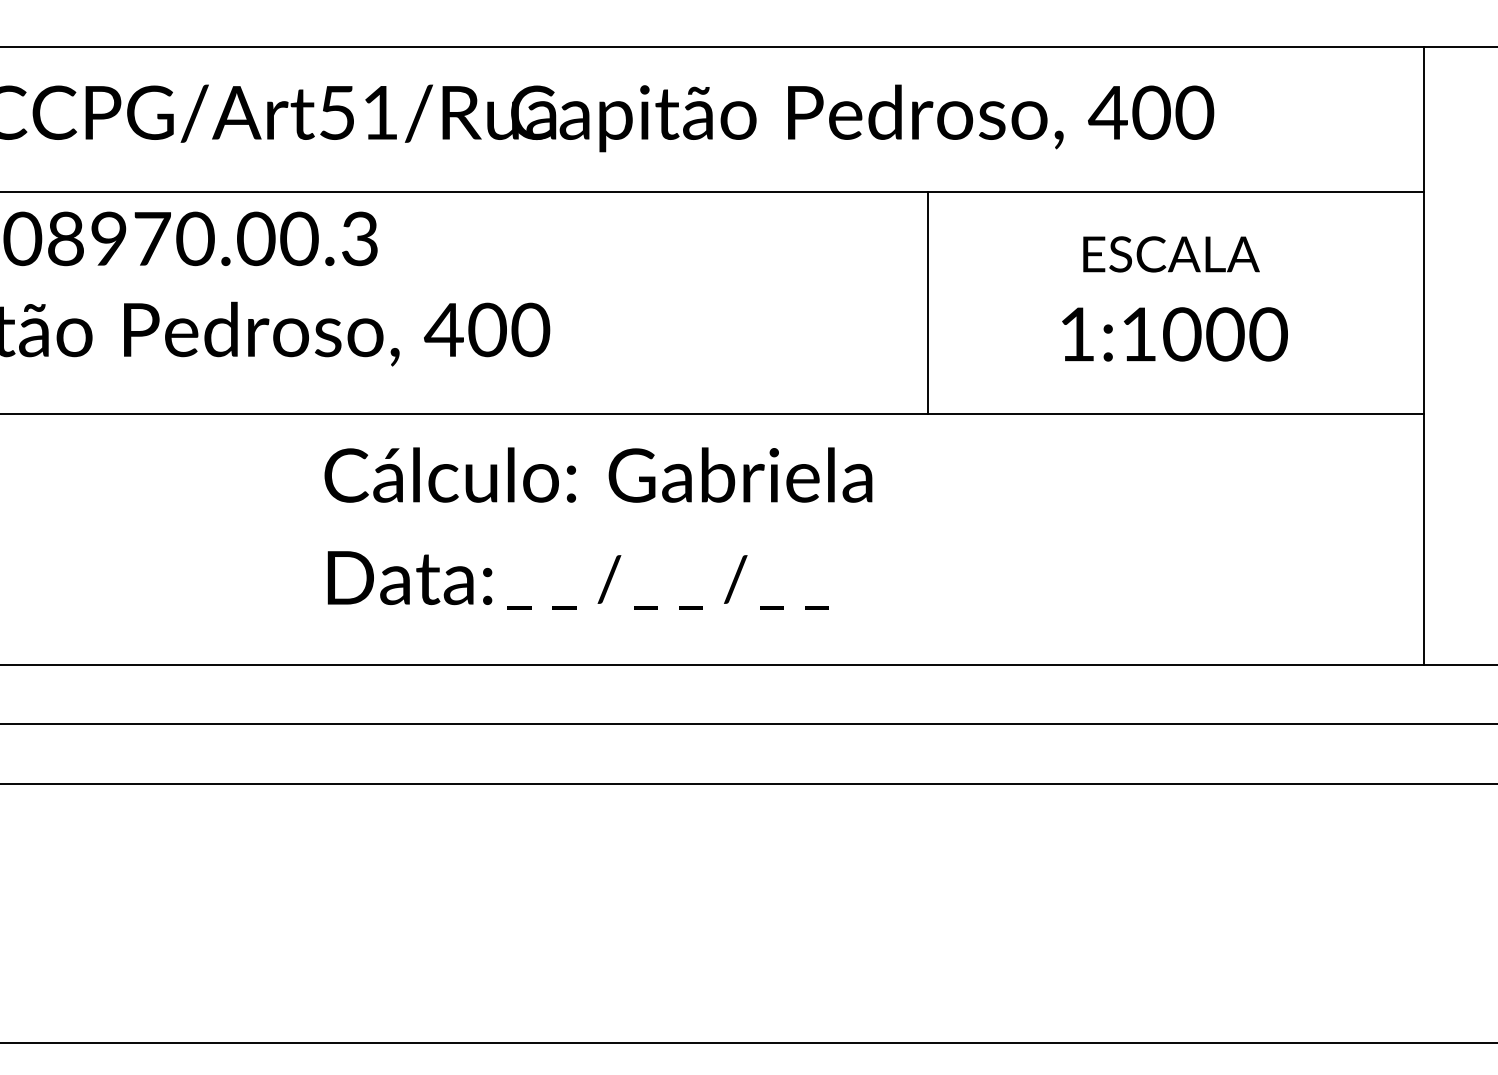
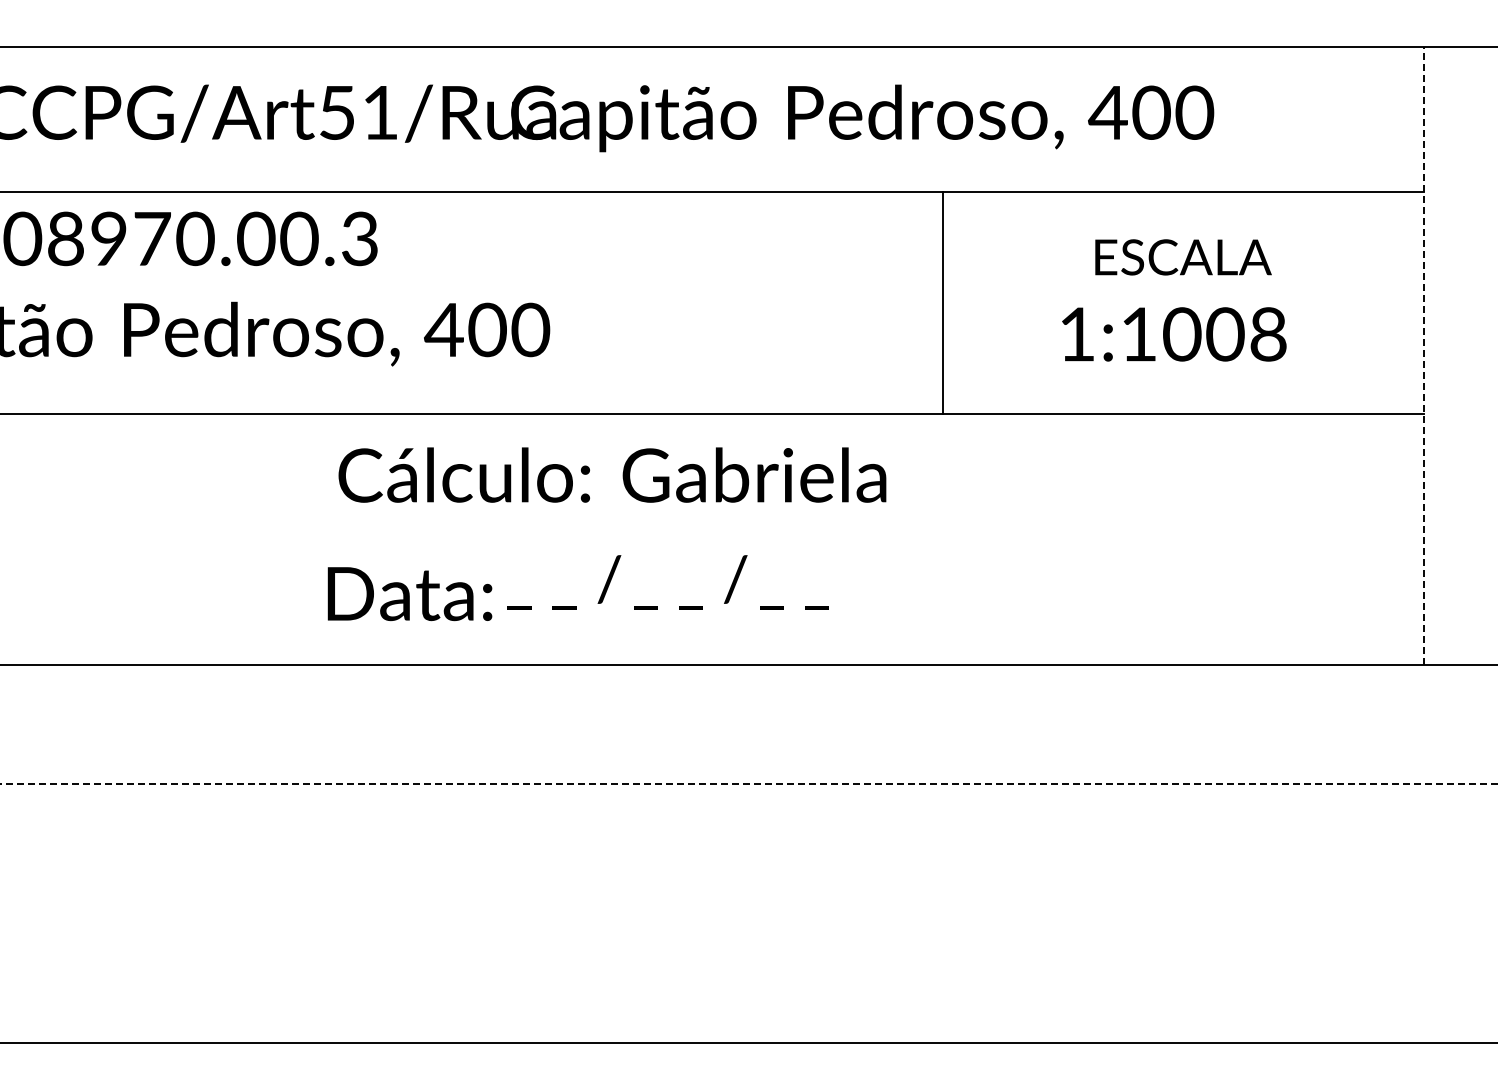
text at (1171, 254) position: (1171, 254) -> (1183, 257)
line at (927, 302) position: (927, 302) -> (942, 302)
text at (1268, 334): 1:1000 -> 1:1008
line at (1424, 355): solid -> dashed
text at (598, 474) position: (598, 474) -> (612, 474)
text at (409, 578) position: (409, 578) -> (409, 594)
line at (748, 724): present -> none
line at (749, 783): solid -> dashed
